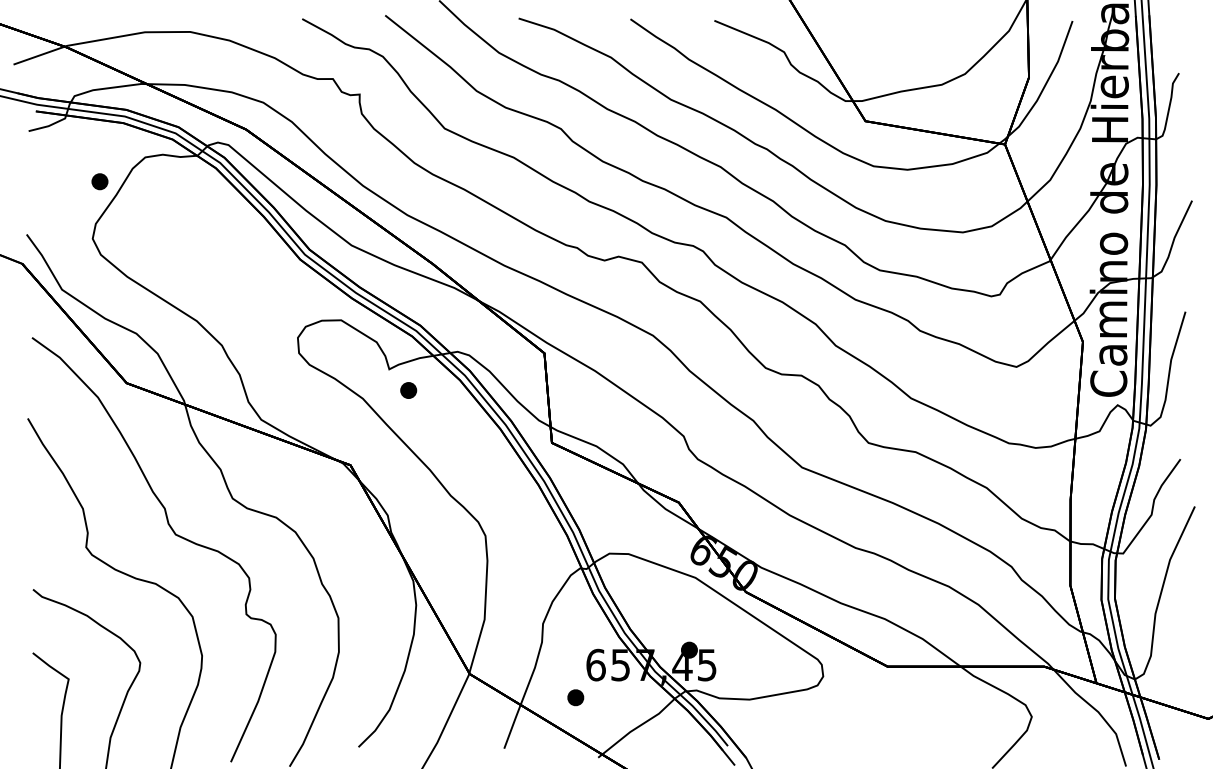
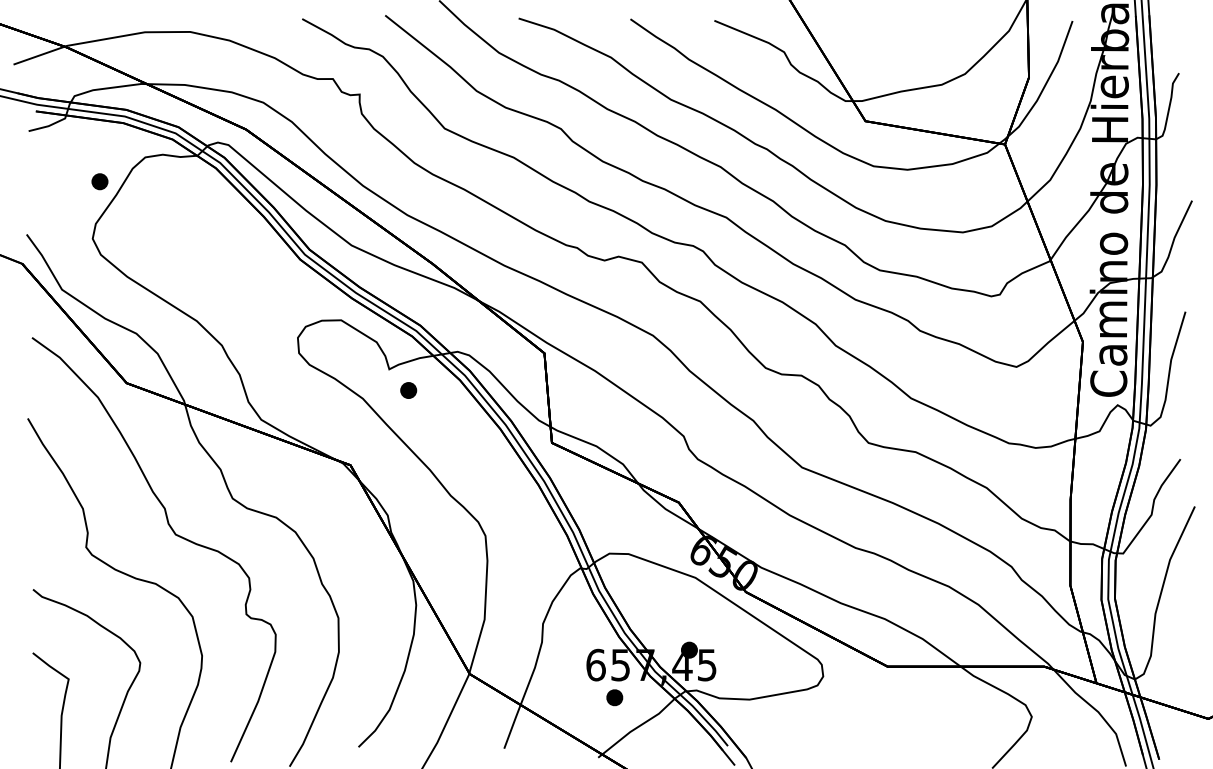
part at (575, 697) position: (575, 697) -> (614, 697)
